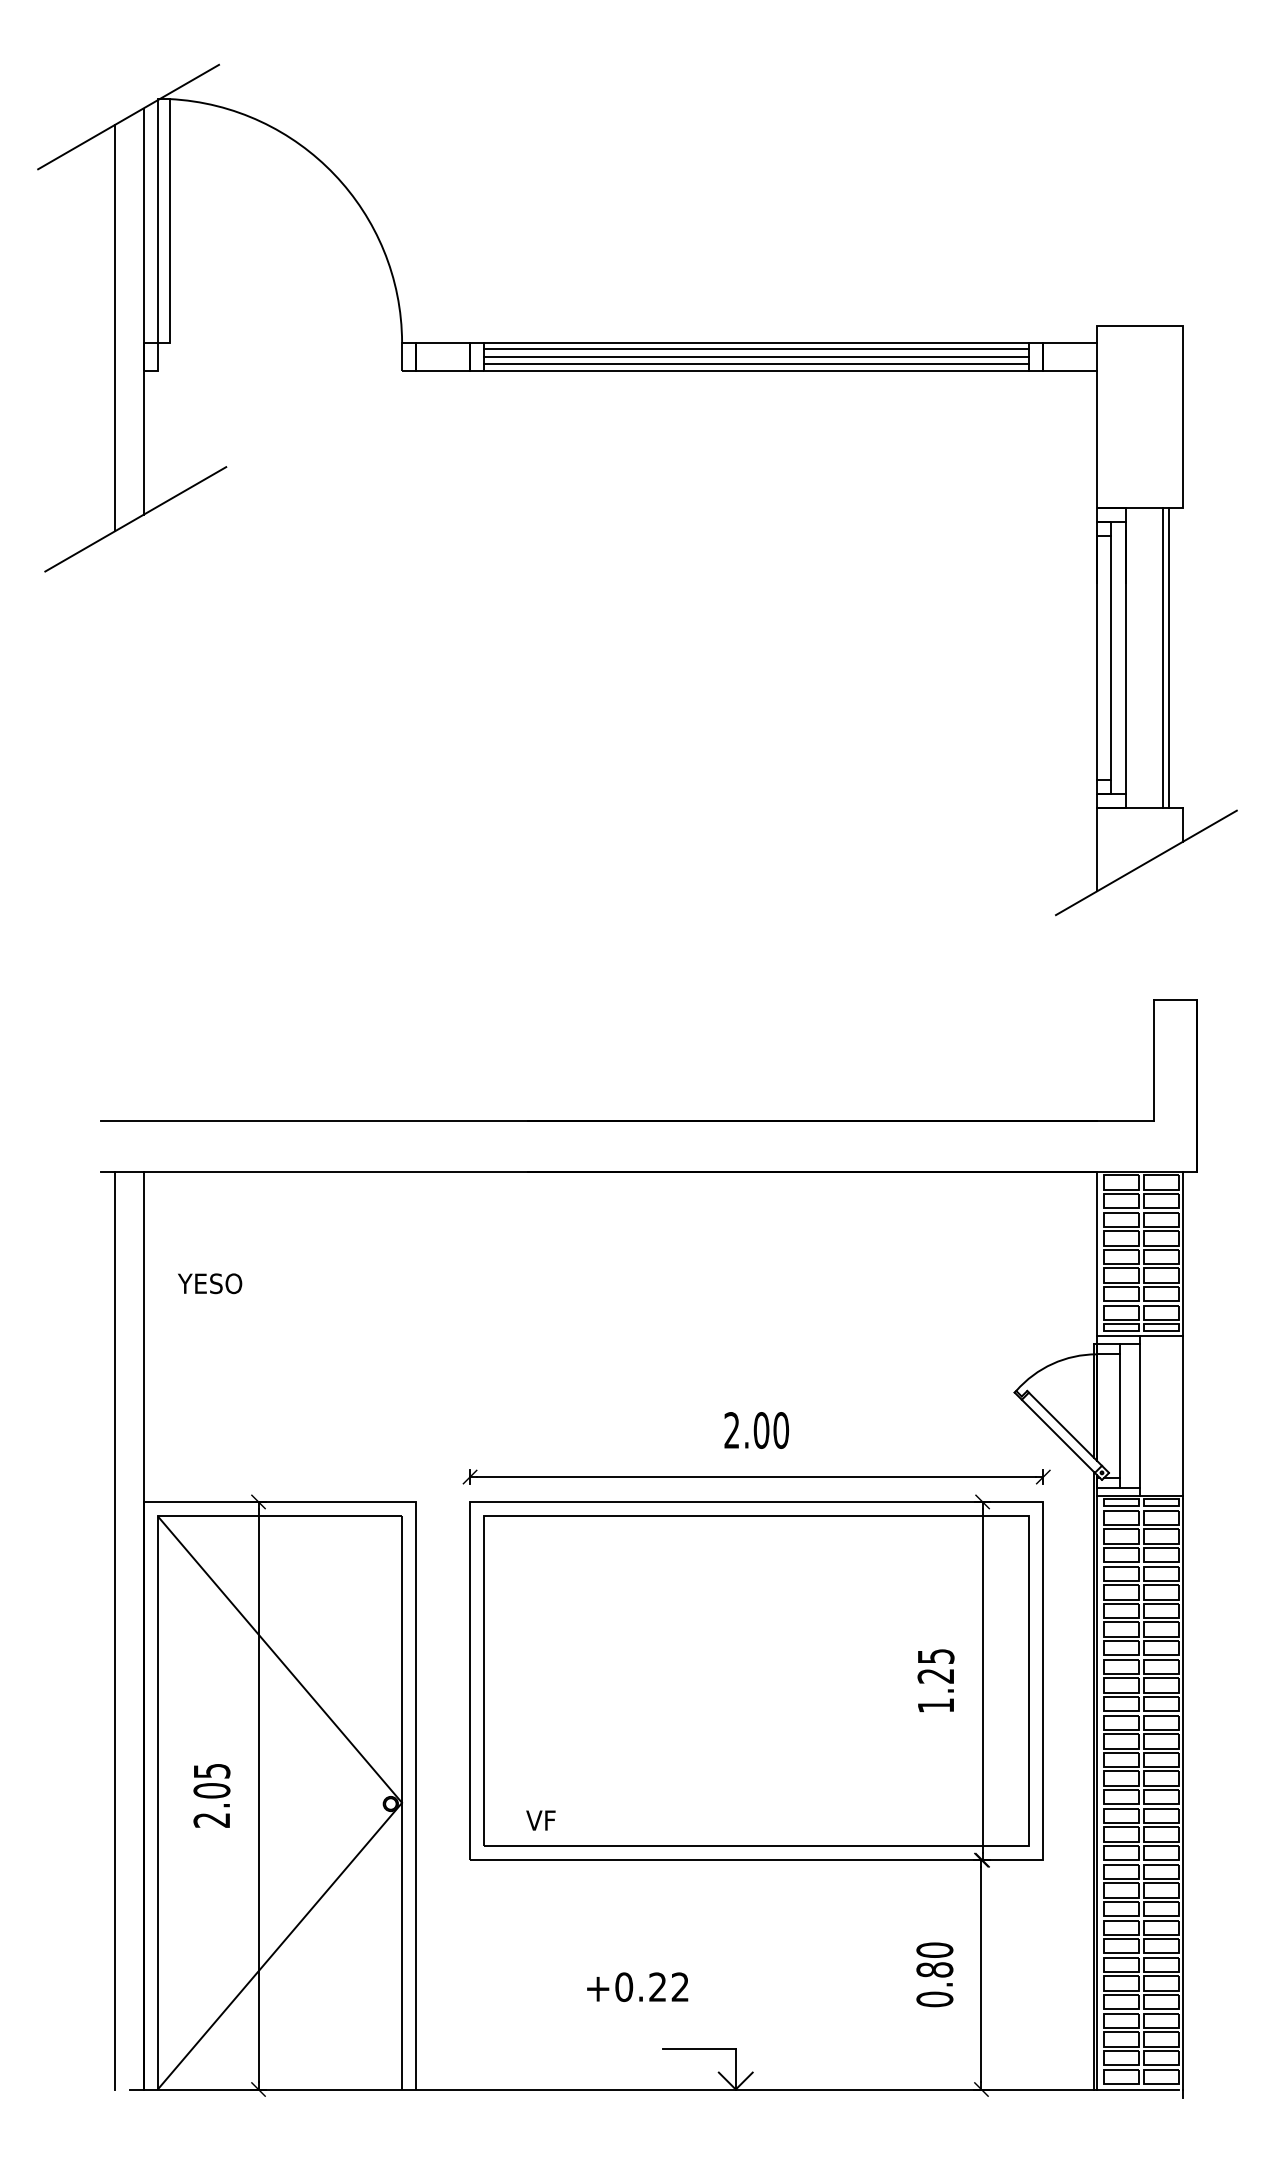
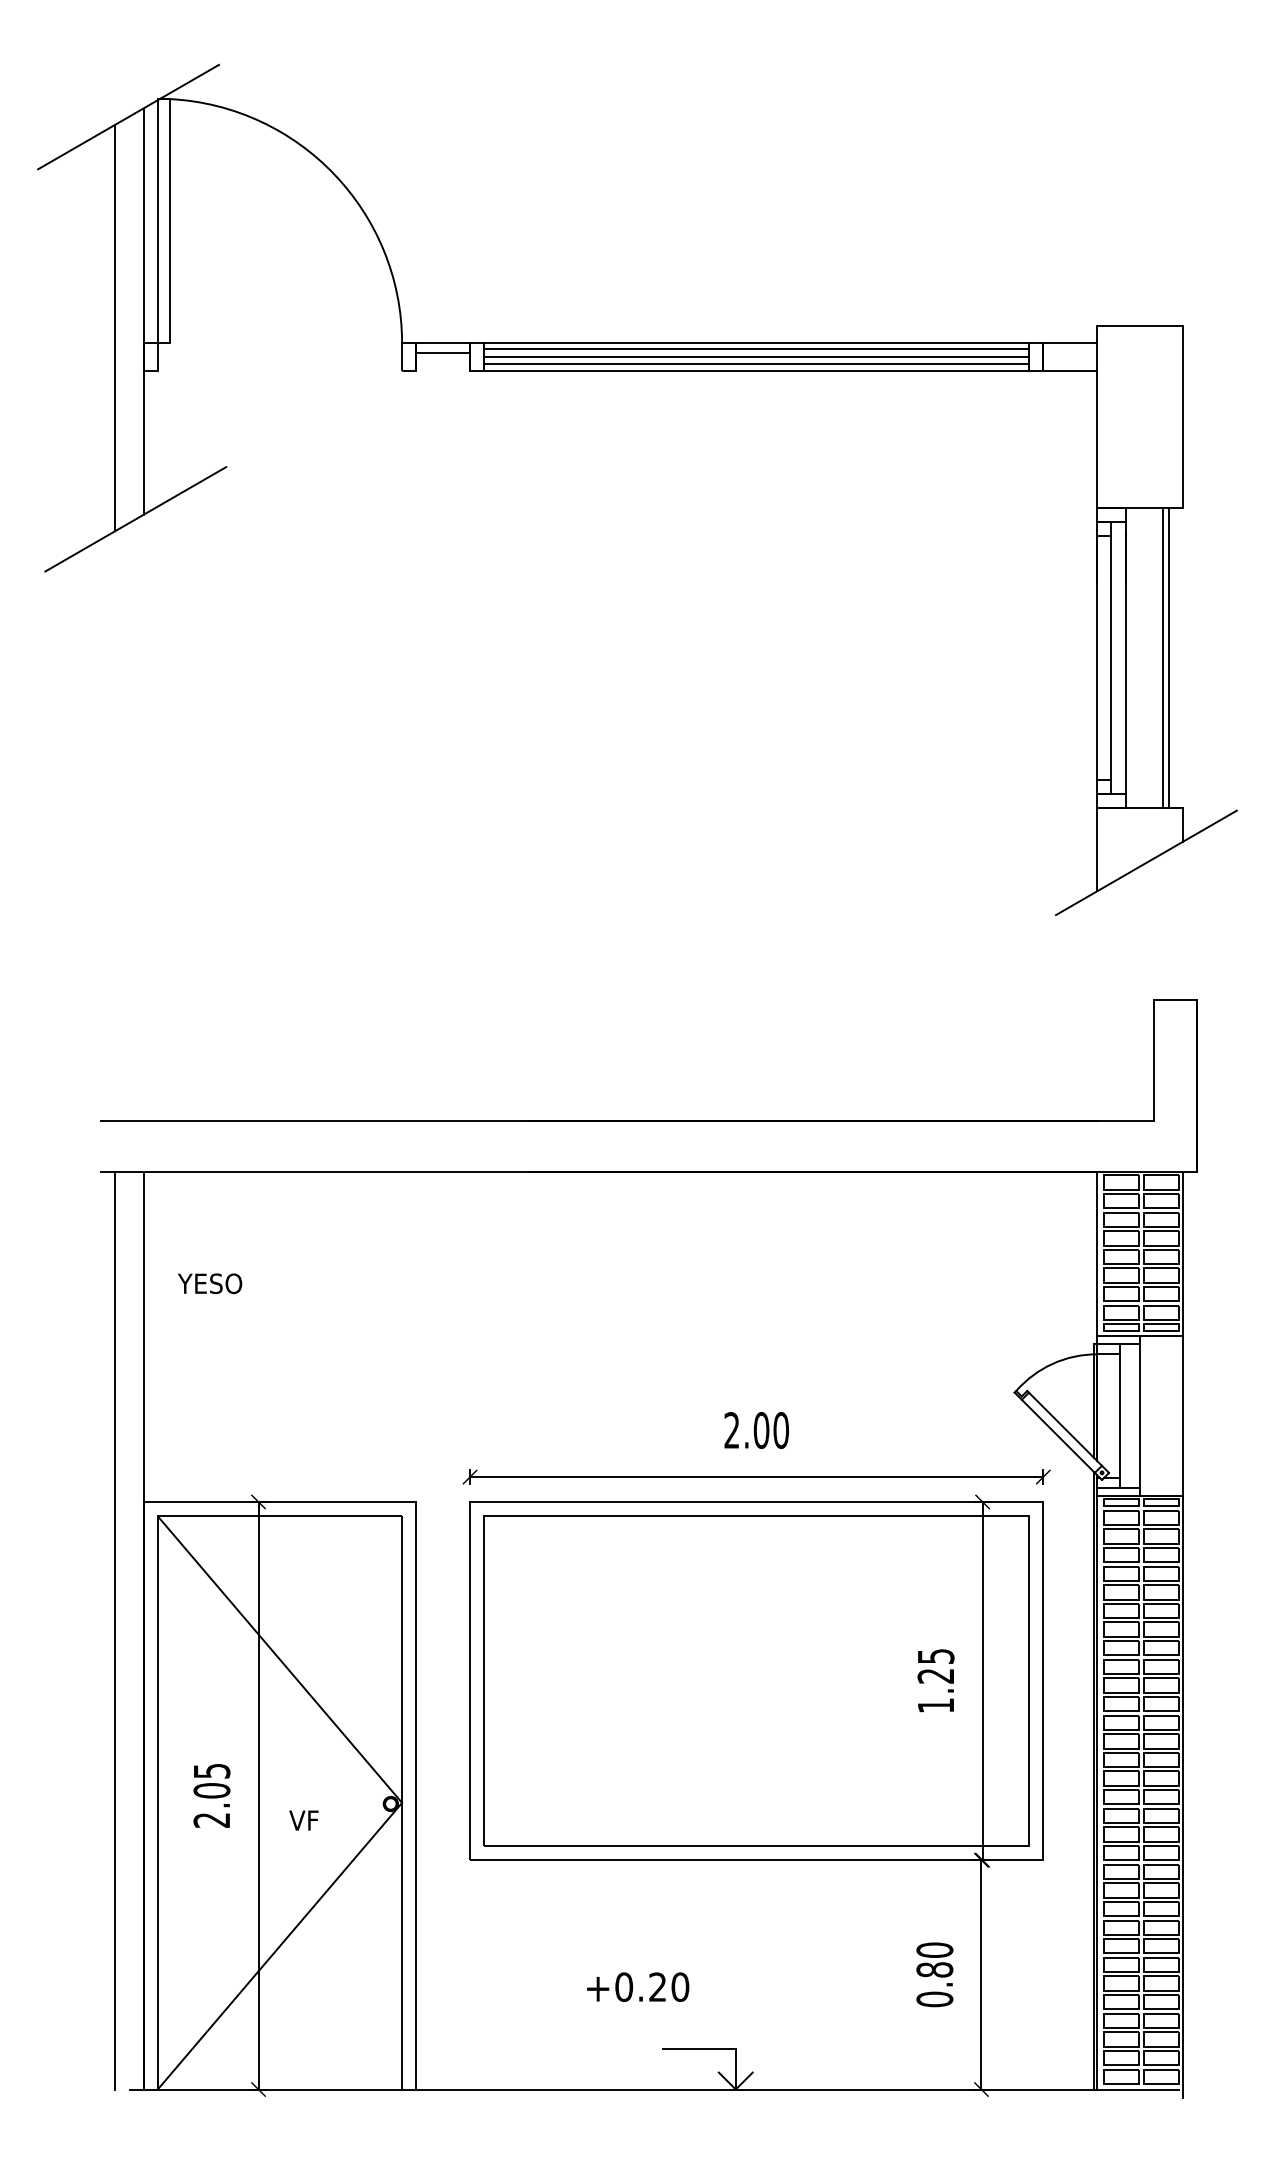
line at (443, 371) position: (443, 371) -> (443, 353)
text at (540, 1820) position: (540, 1820) -> (303, 1820)
text at (680, 1986): +0.22 -> +0.20
